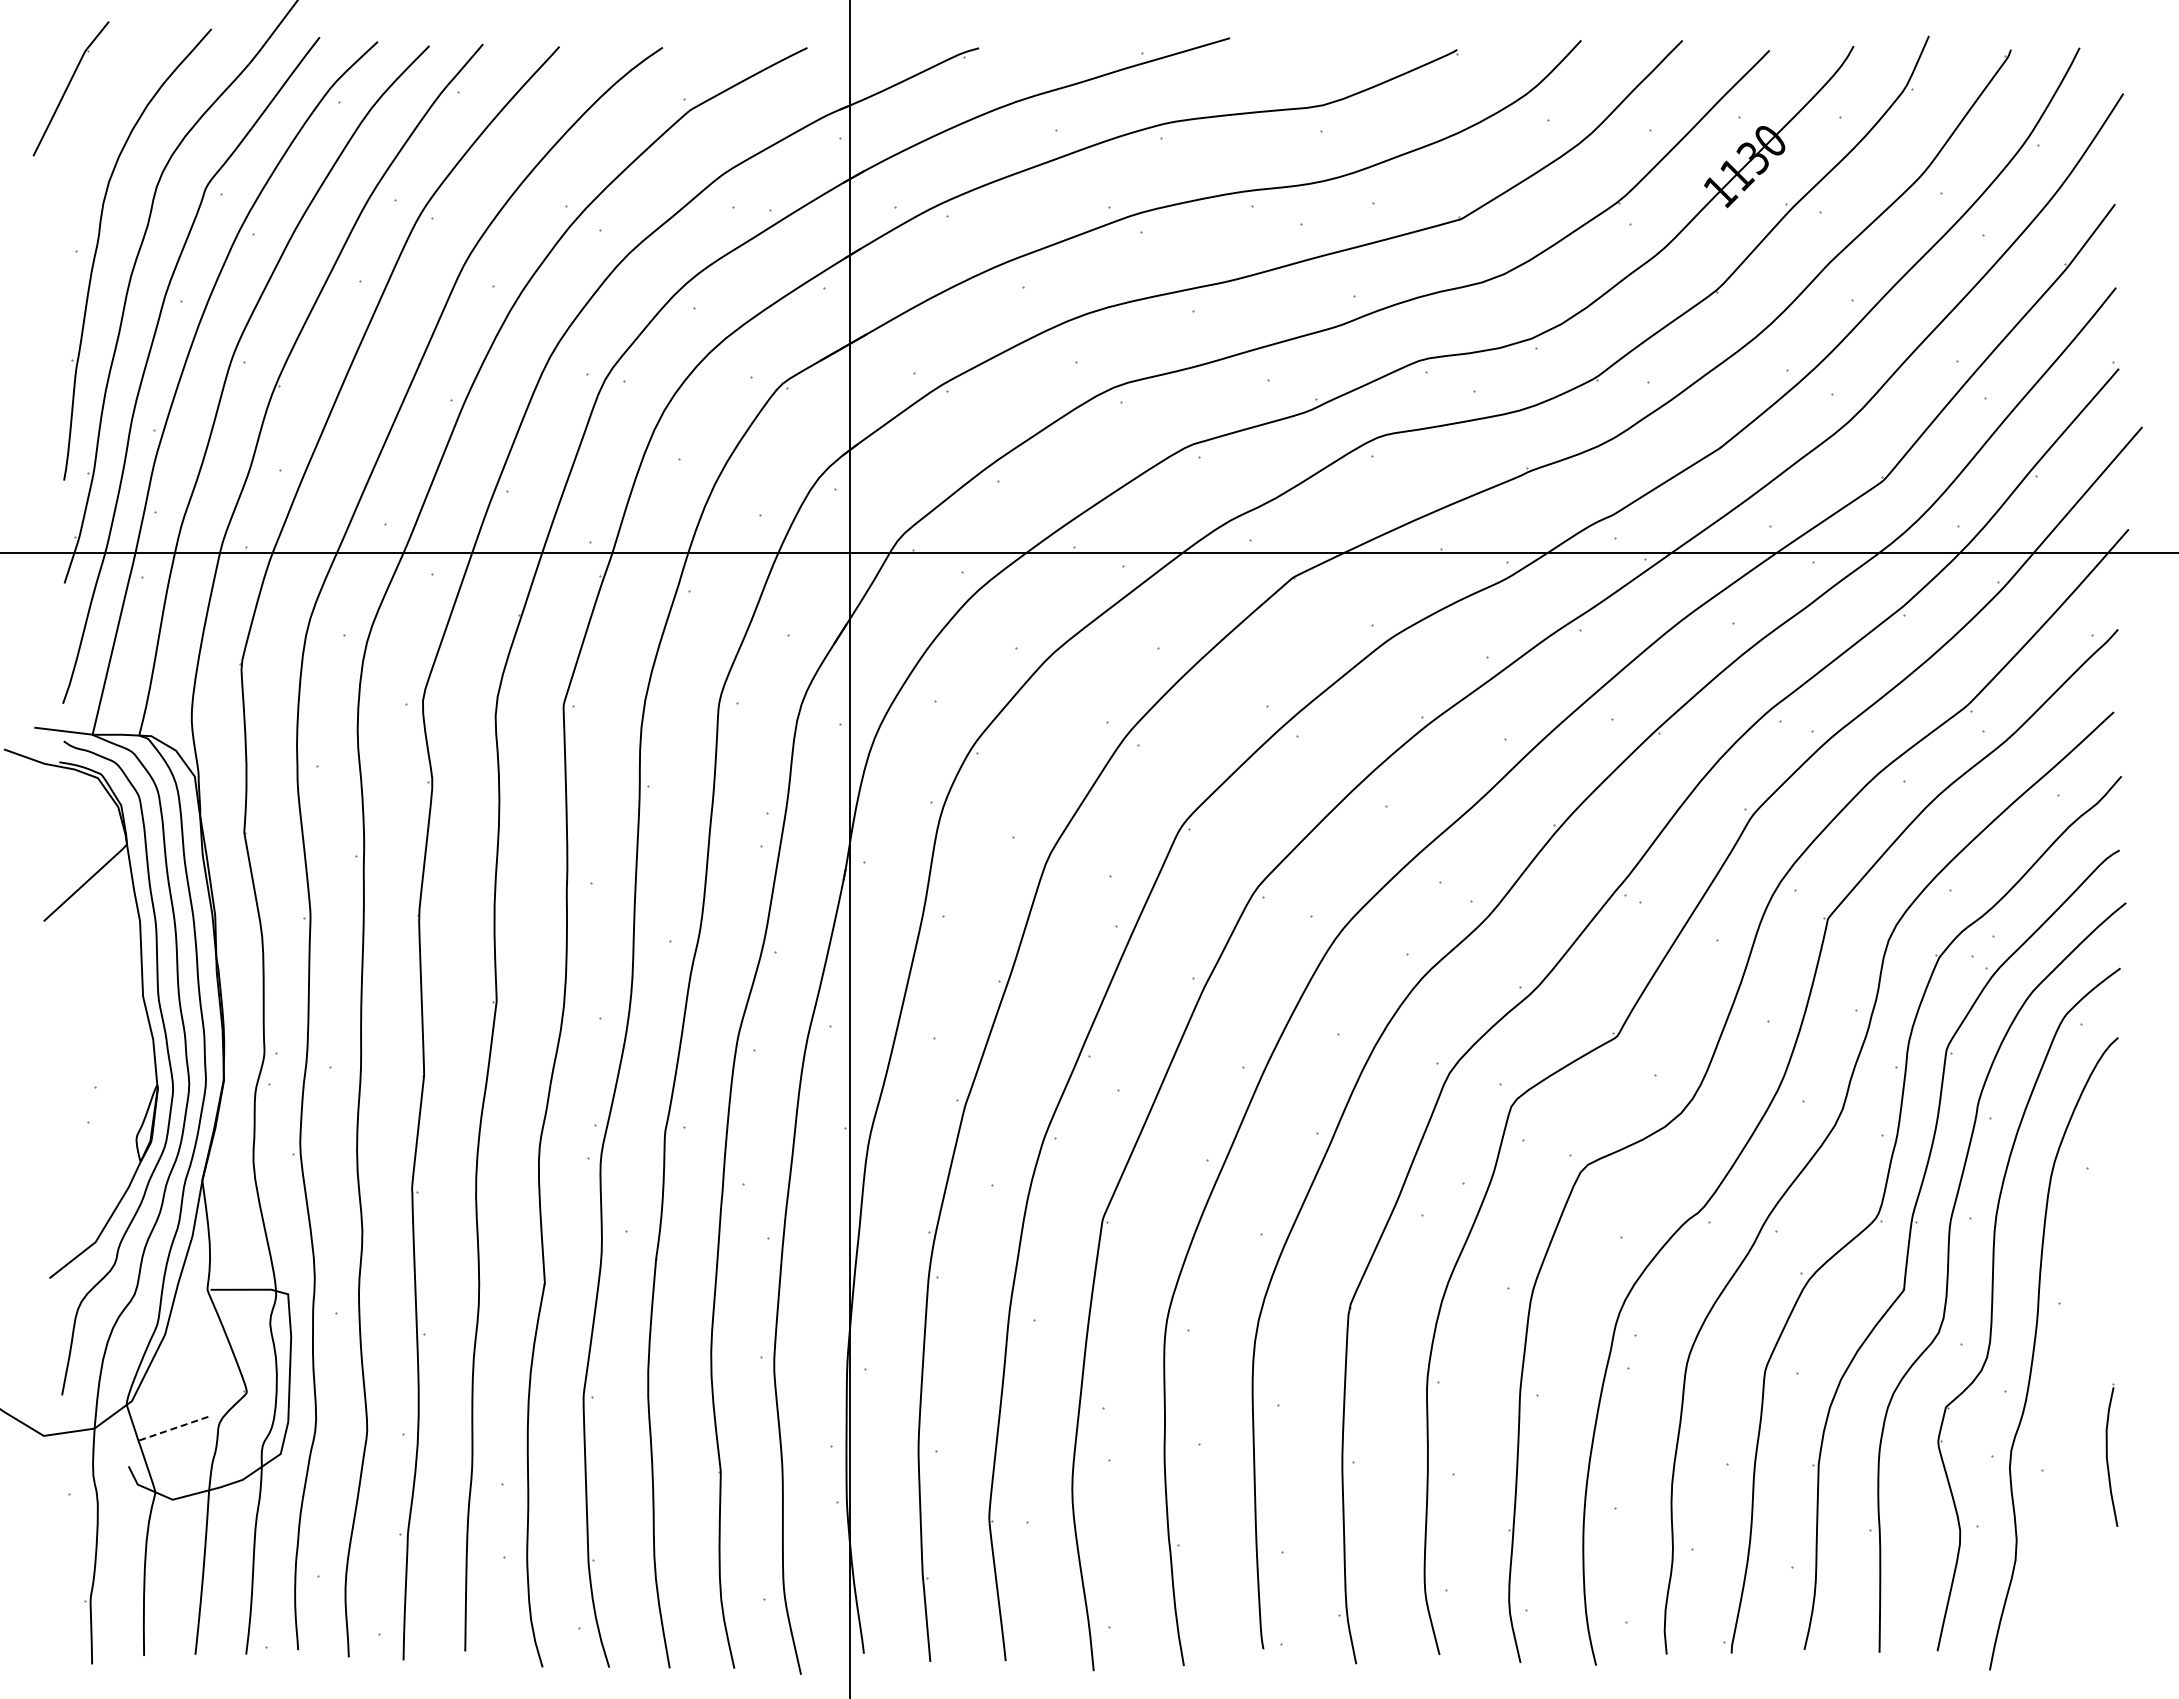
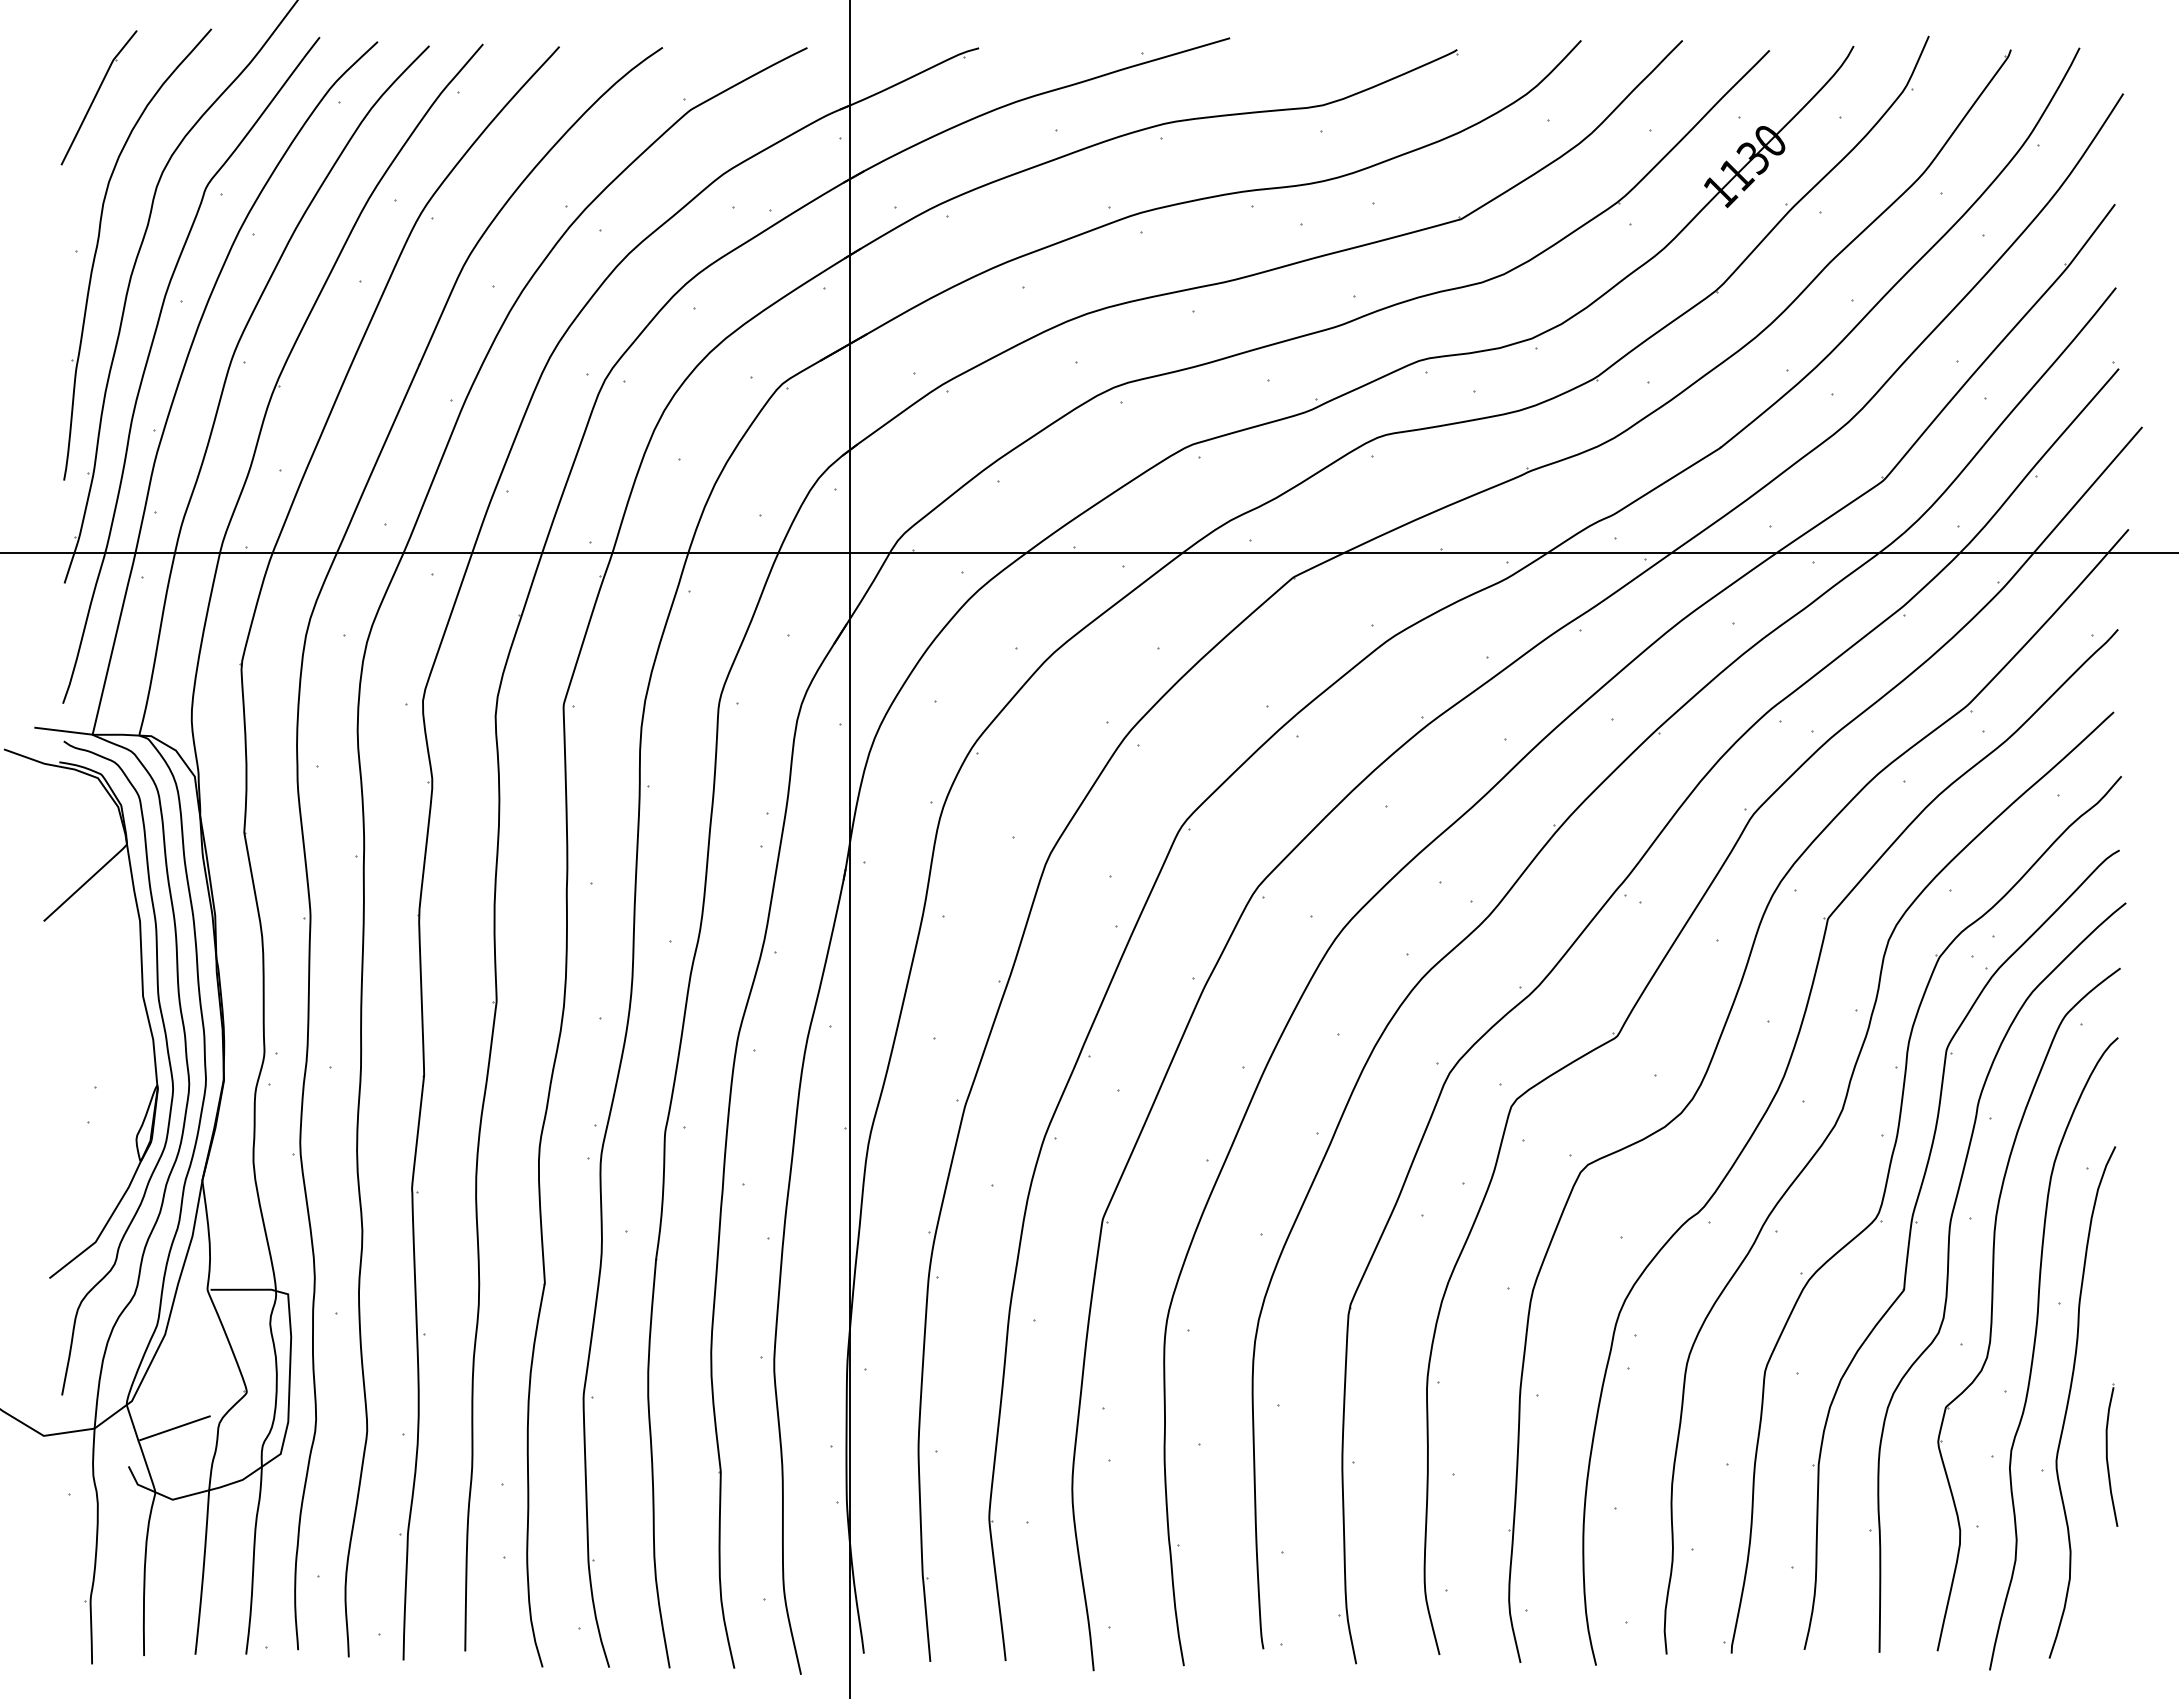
part at (70, 88) position: (70, 88) -> (98, 97)
curve at (2069, 1400): none -> present
line at (176, 1427): dashed -> solid
